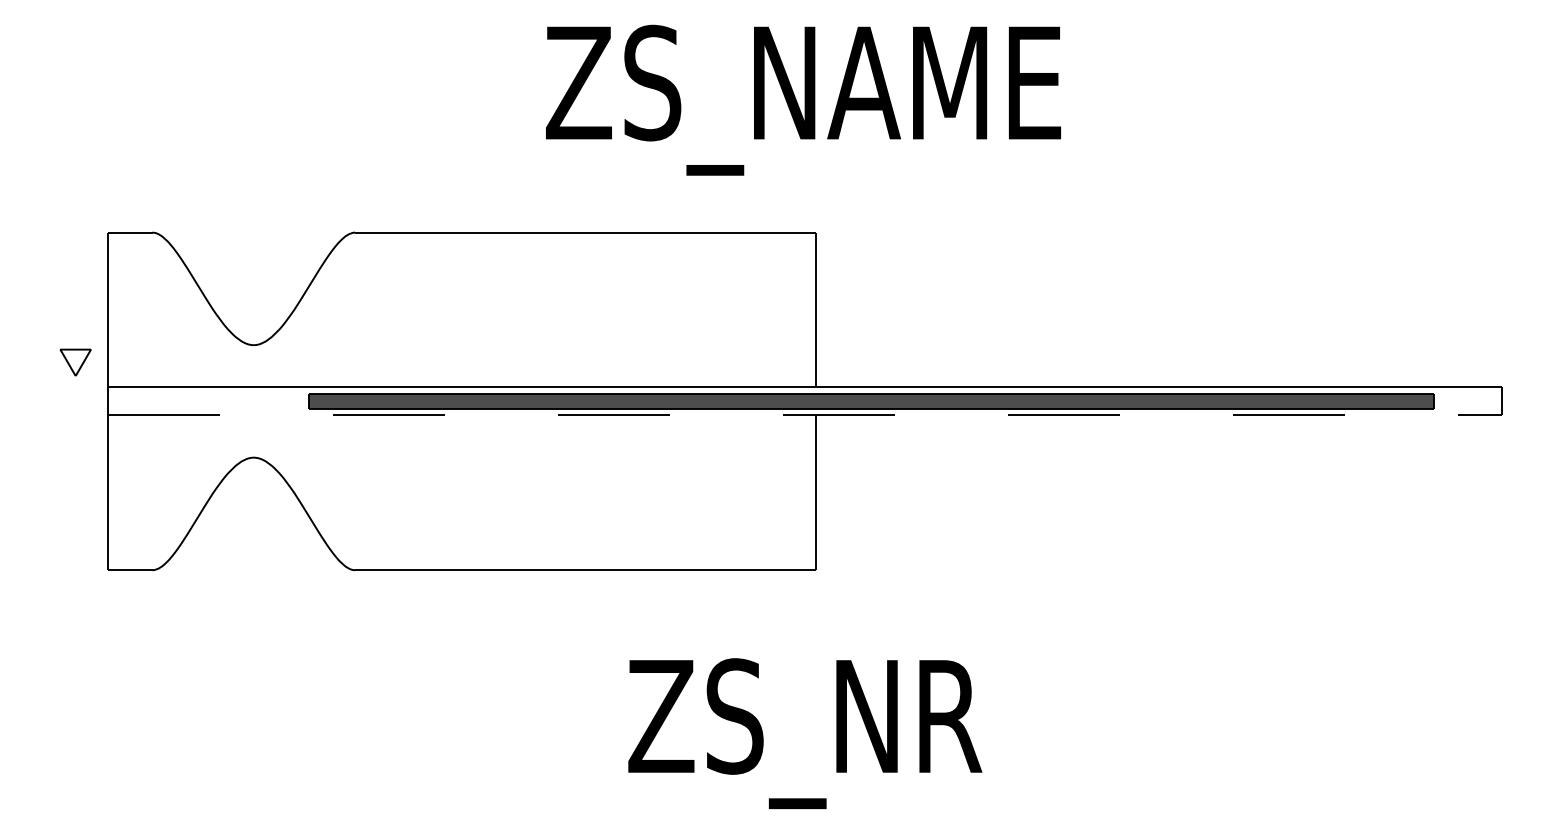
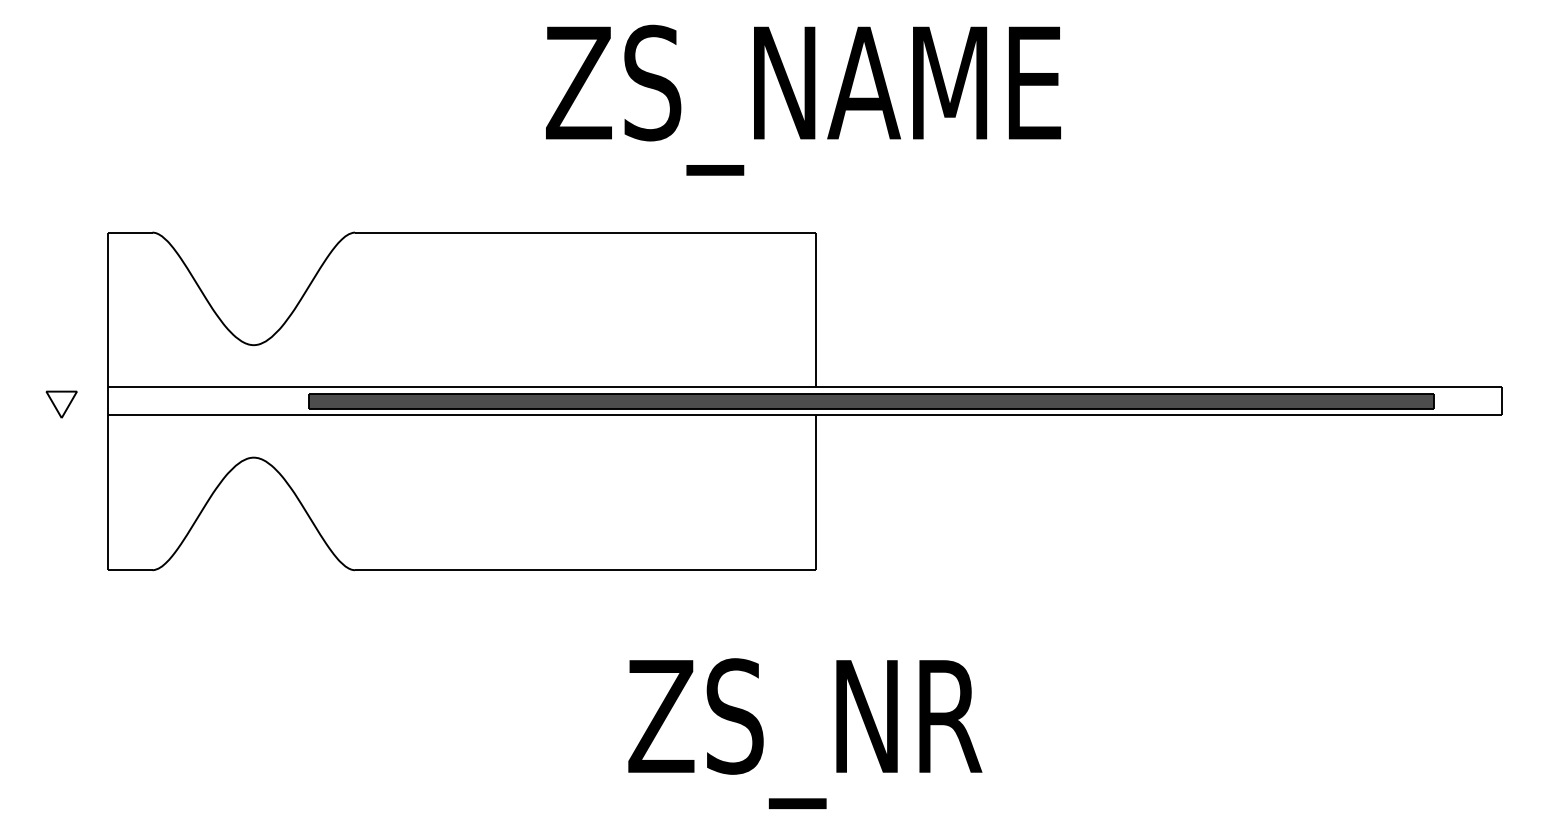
part at (75, 362) position: (75, 362) -> (61, 404)
line at (805, 415): dashed -> solid
